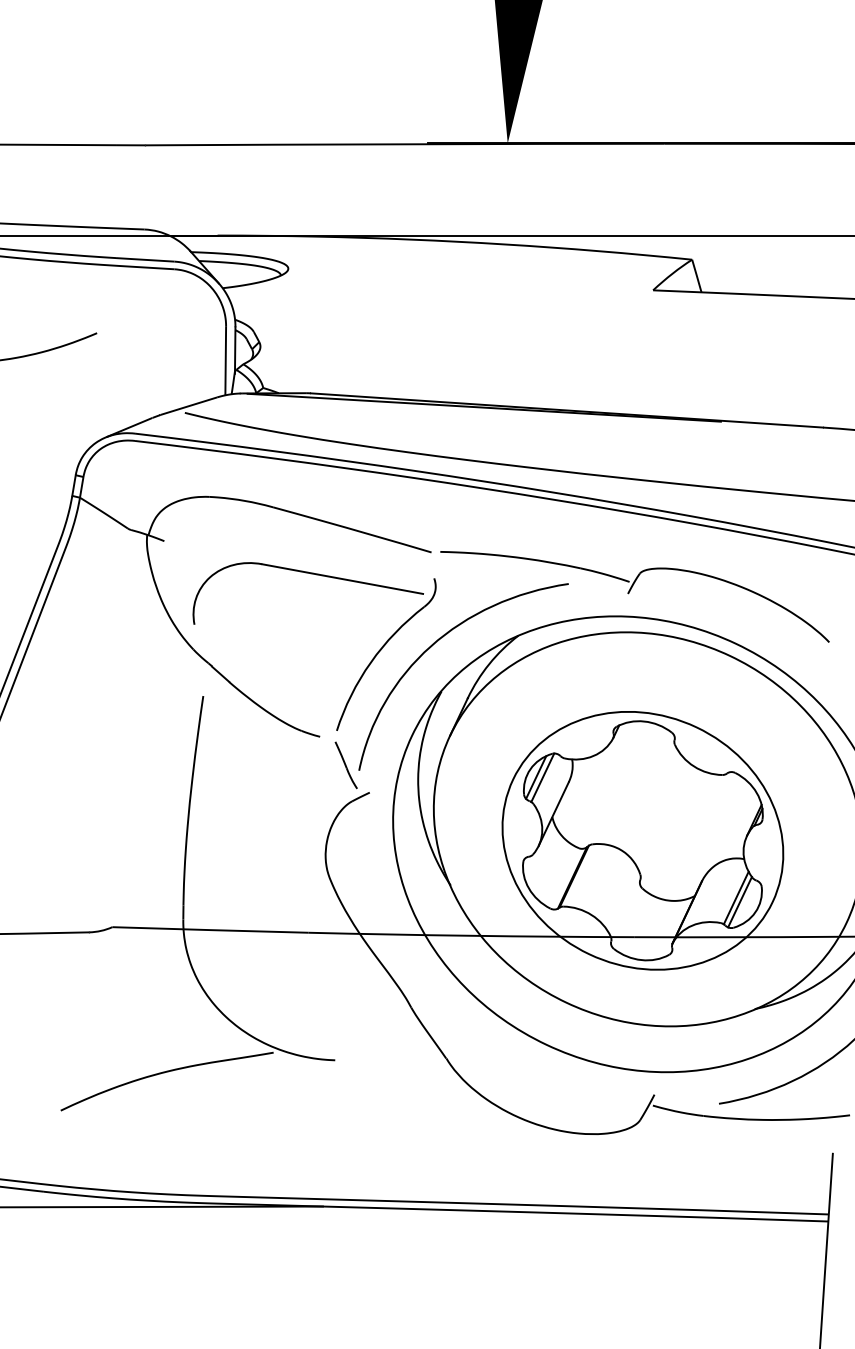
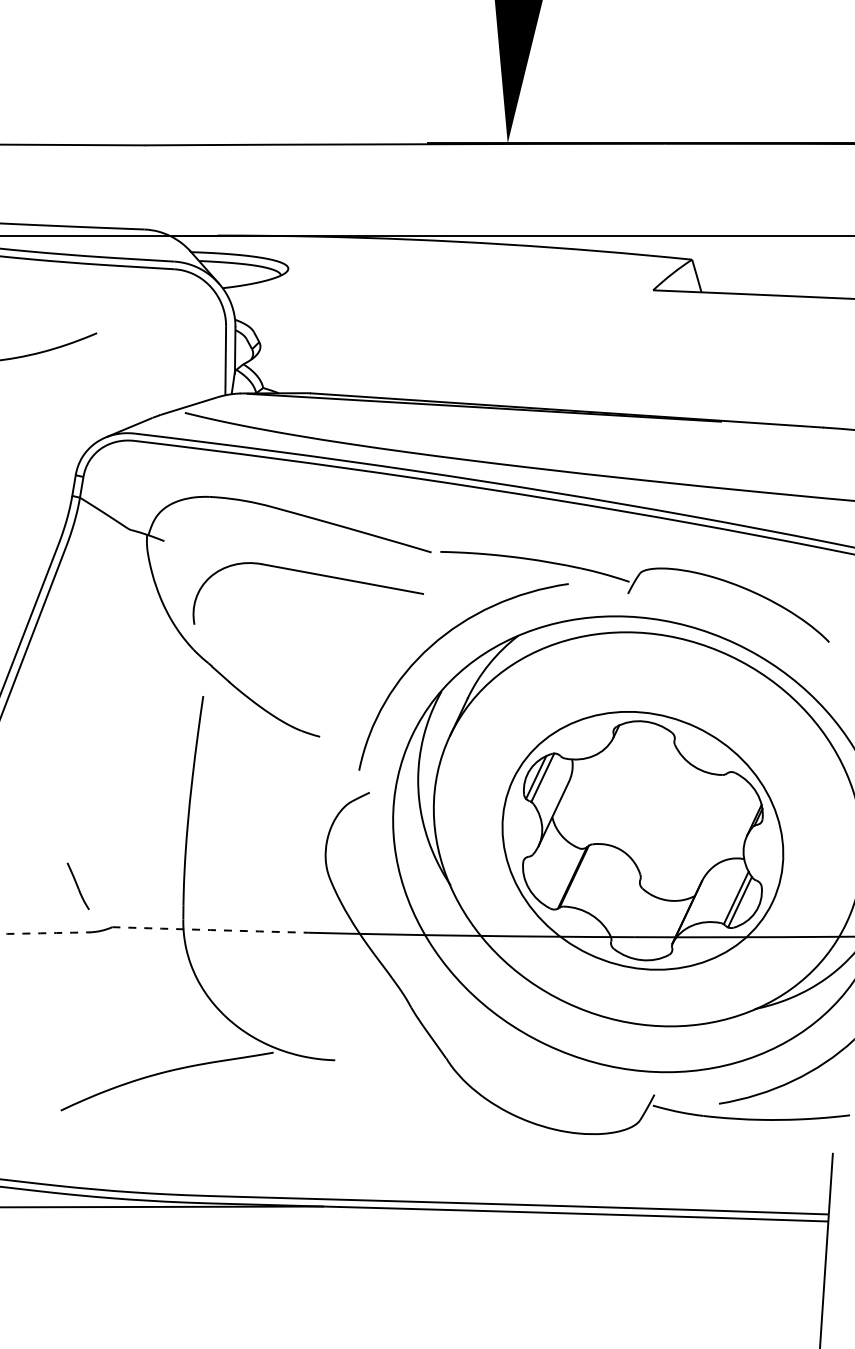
part at (382, 649): present -> none
part at (345, 765) position: (345, 765) -> (77, 886)
arc at (210, 930): solid -> dashed
arc at (44, 933): solid -> dashed
